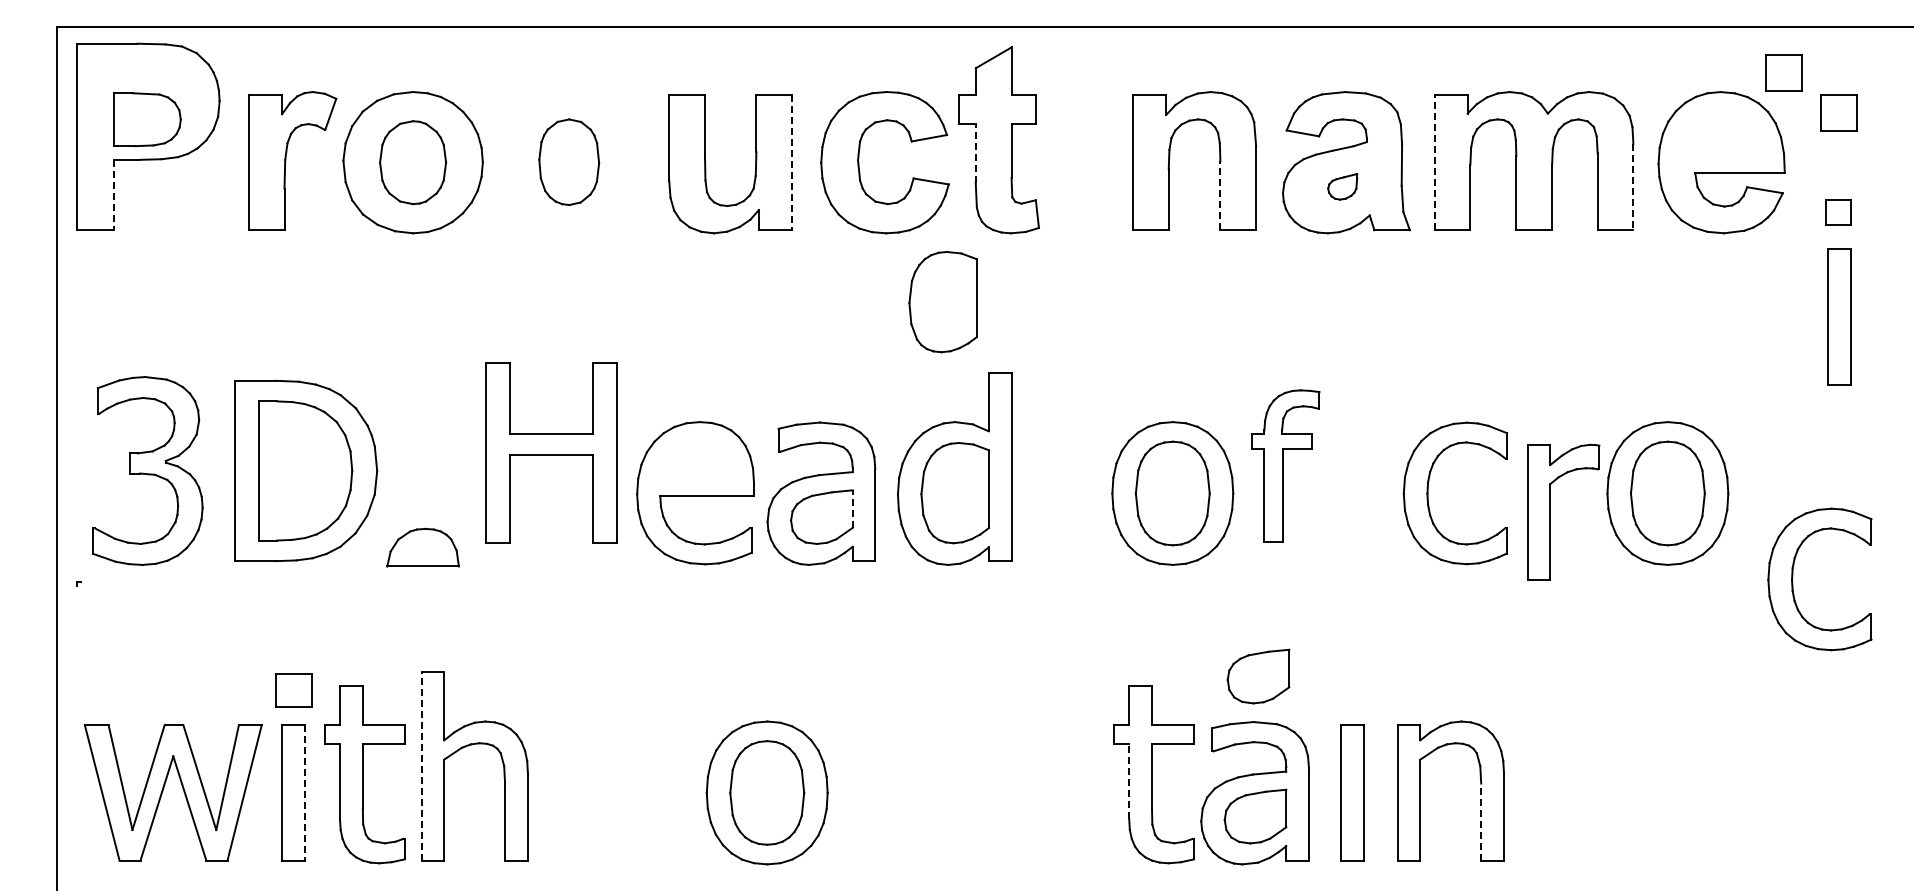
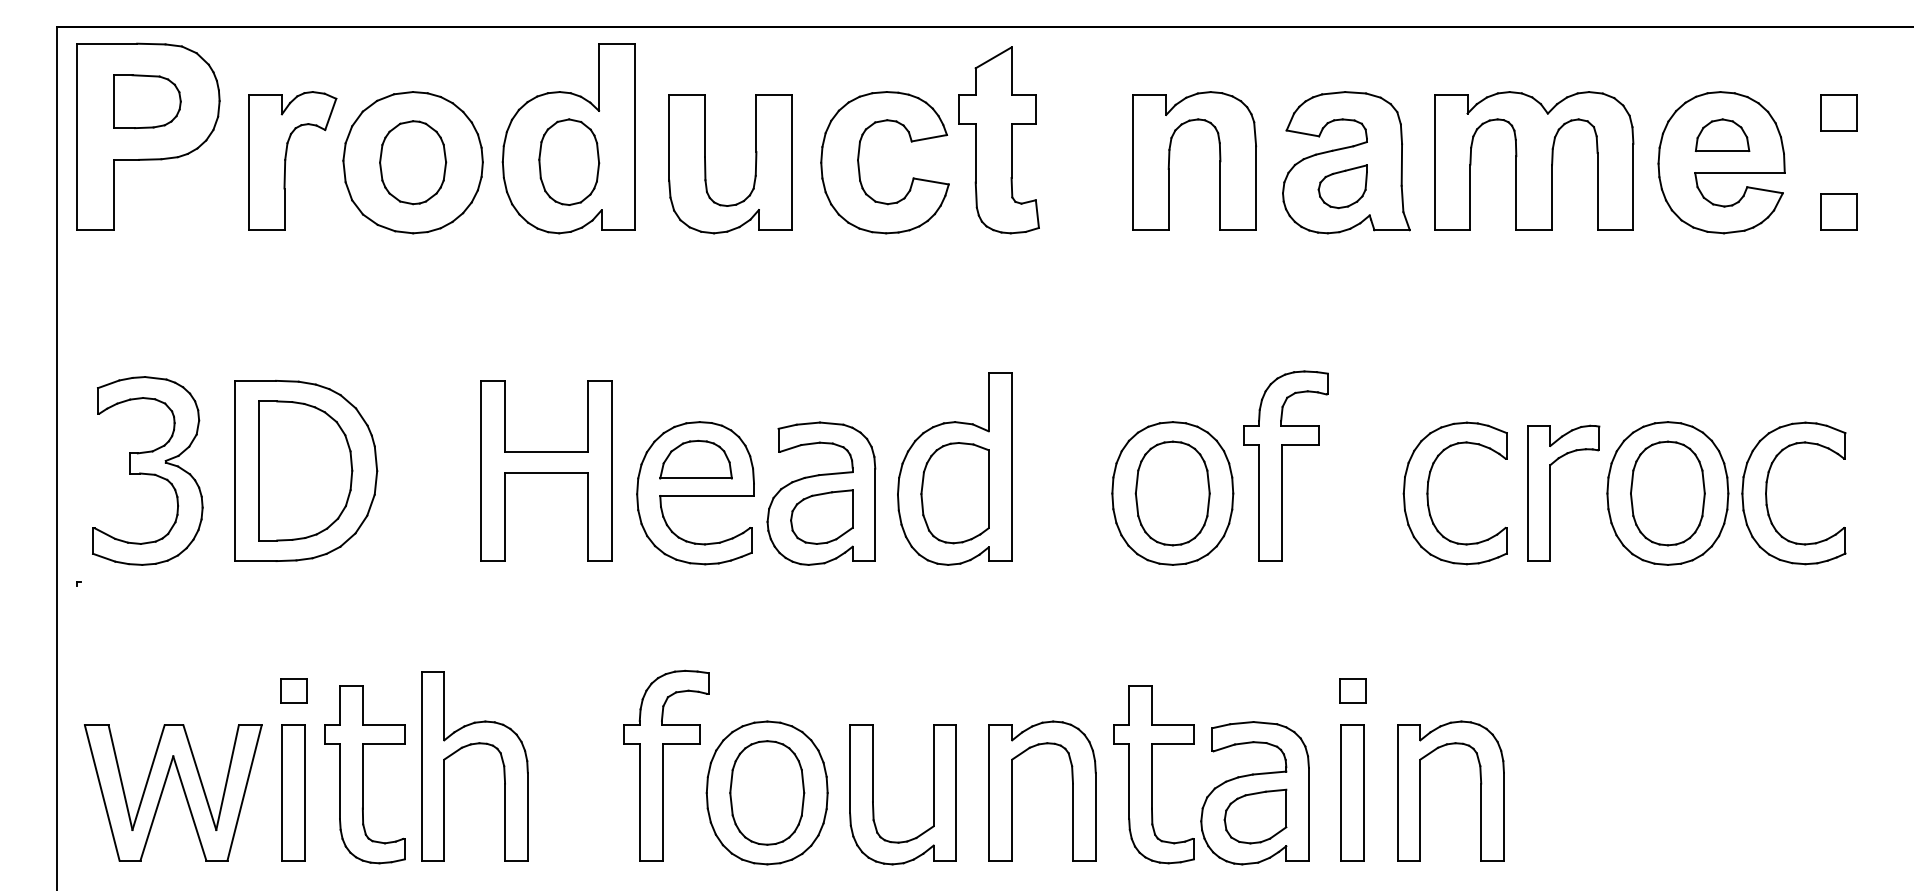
part at (1783, 72): present -> none
part at (147, 119) position: (147, 119) -> (147, 101)
part at (1722, 134): none -> present
part at (568, 138): none -> present
line at (975, 152): dashed -> solid
line at (792, 162): dashed -> solid
line at (1434, 162): dashed -> solid
part at (1342, 186) size: 32x28 px -> 51x46 px
line at (1633, 187): dashed -> solid
line at (114, 195): dashed -> solid
line at (1220, 195): dashed -> solid
part at (1838, 212) size: 27x27 px -> 38x38 px
part at (942, 302): present -> none
part at (1839, 316): present -> none
part at (551, 452) position: (551, 452) -> (546, 470)
part at (1285, 465) size: 70x154 px -> 86x192 px
line at (852, 509): dashed -> solid
part at (1550, 511) position: (1550, 511) -> (1550, 492)
part at (422, 547) position: (422, 547) -> (695, 459)
part at (1793, 576) position: (1793, 576) -> (1767, 490)
part at (1258, 676): present -> none
part at (293, 690) size: 38x35 px -> 28x26 px
part at (1352, 690): none -> present
line at (421, 765): dashed -> solid
part at (666, 765): none -> present
line at (1129, 781): dashed -> solid
part at (1012, 790): none -> present
line at (305, 792): dashed -> solid
part at (873, 794): none -> present
line at (1481, 822): dashed -> solid
